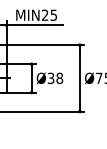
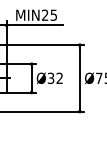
text at (59, 77): Ø38 -> Ø32
